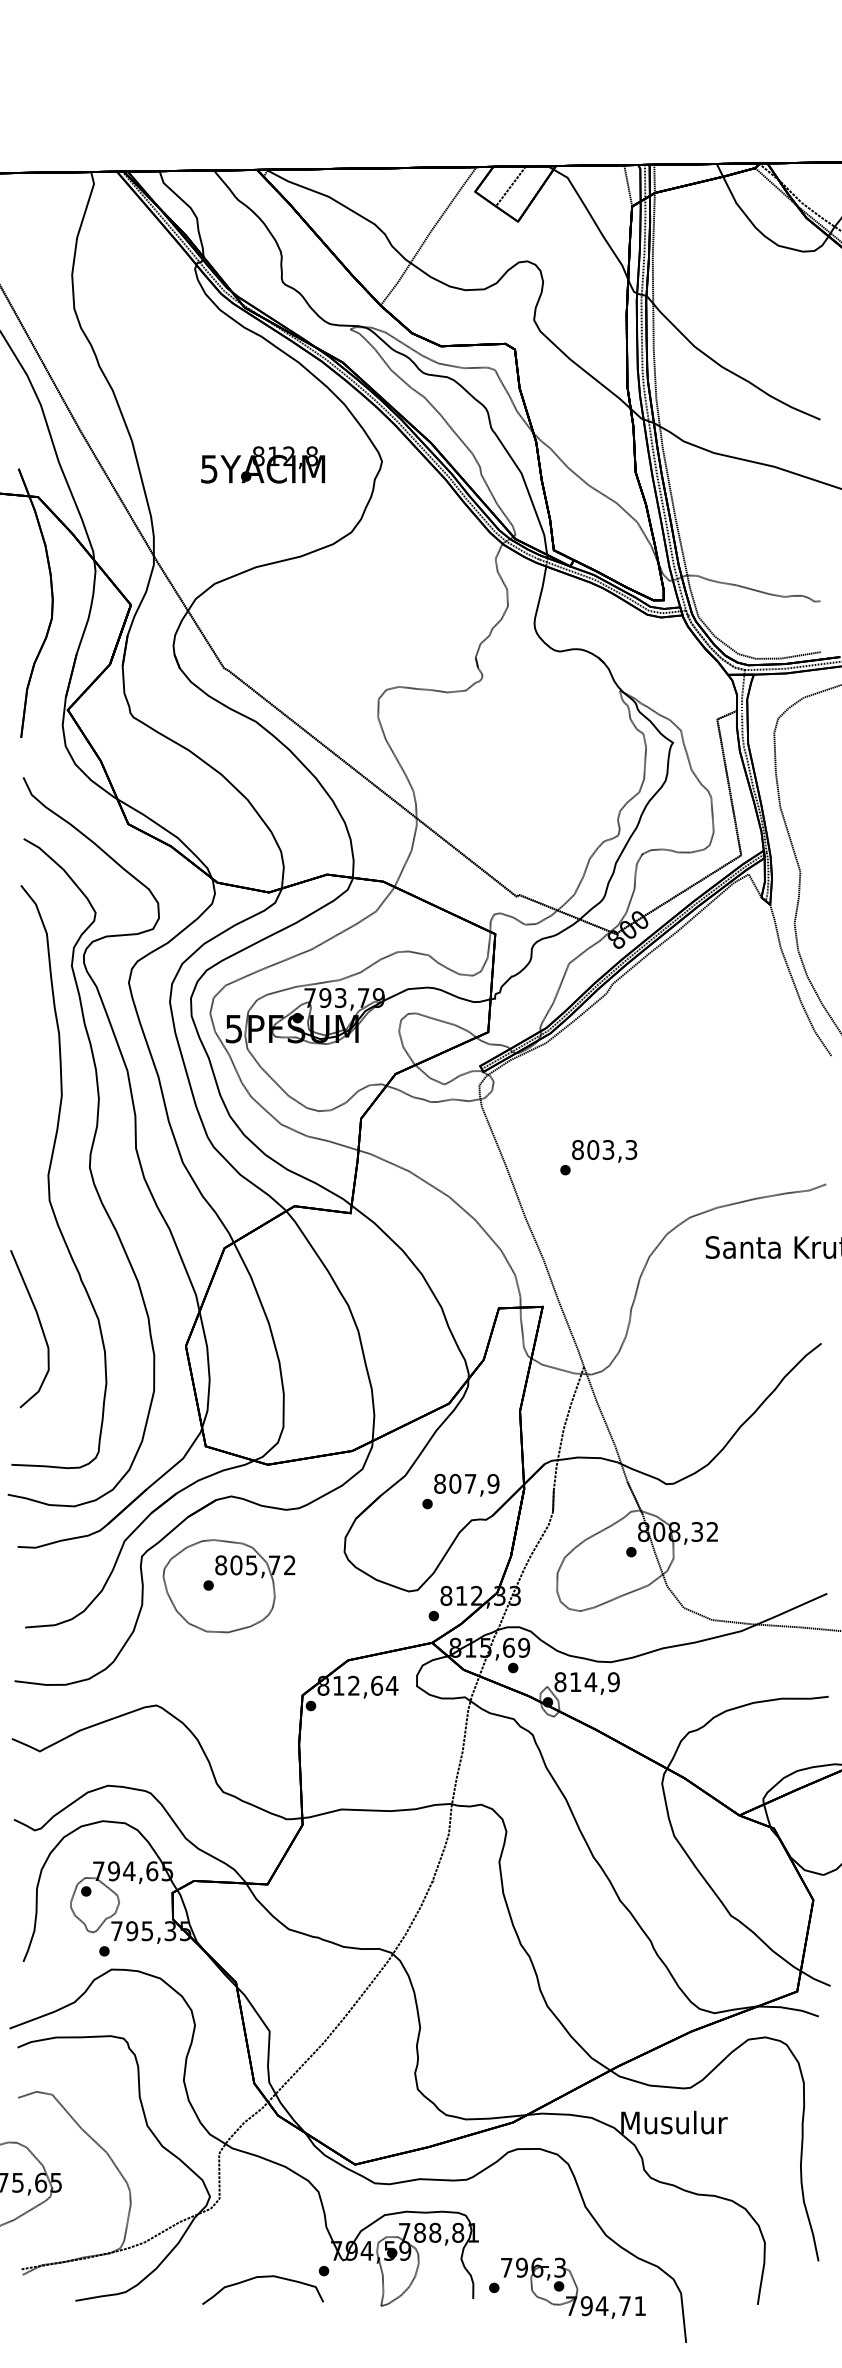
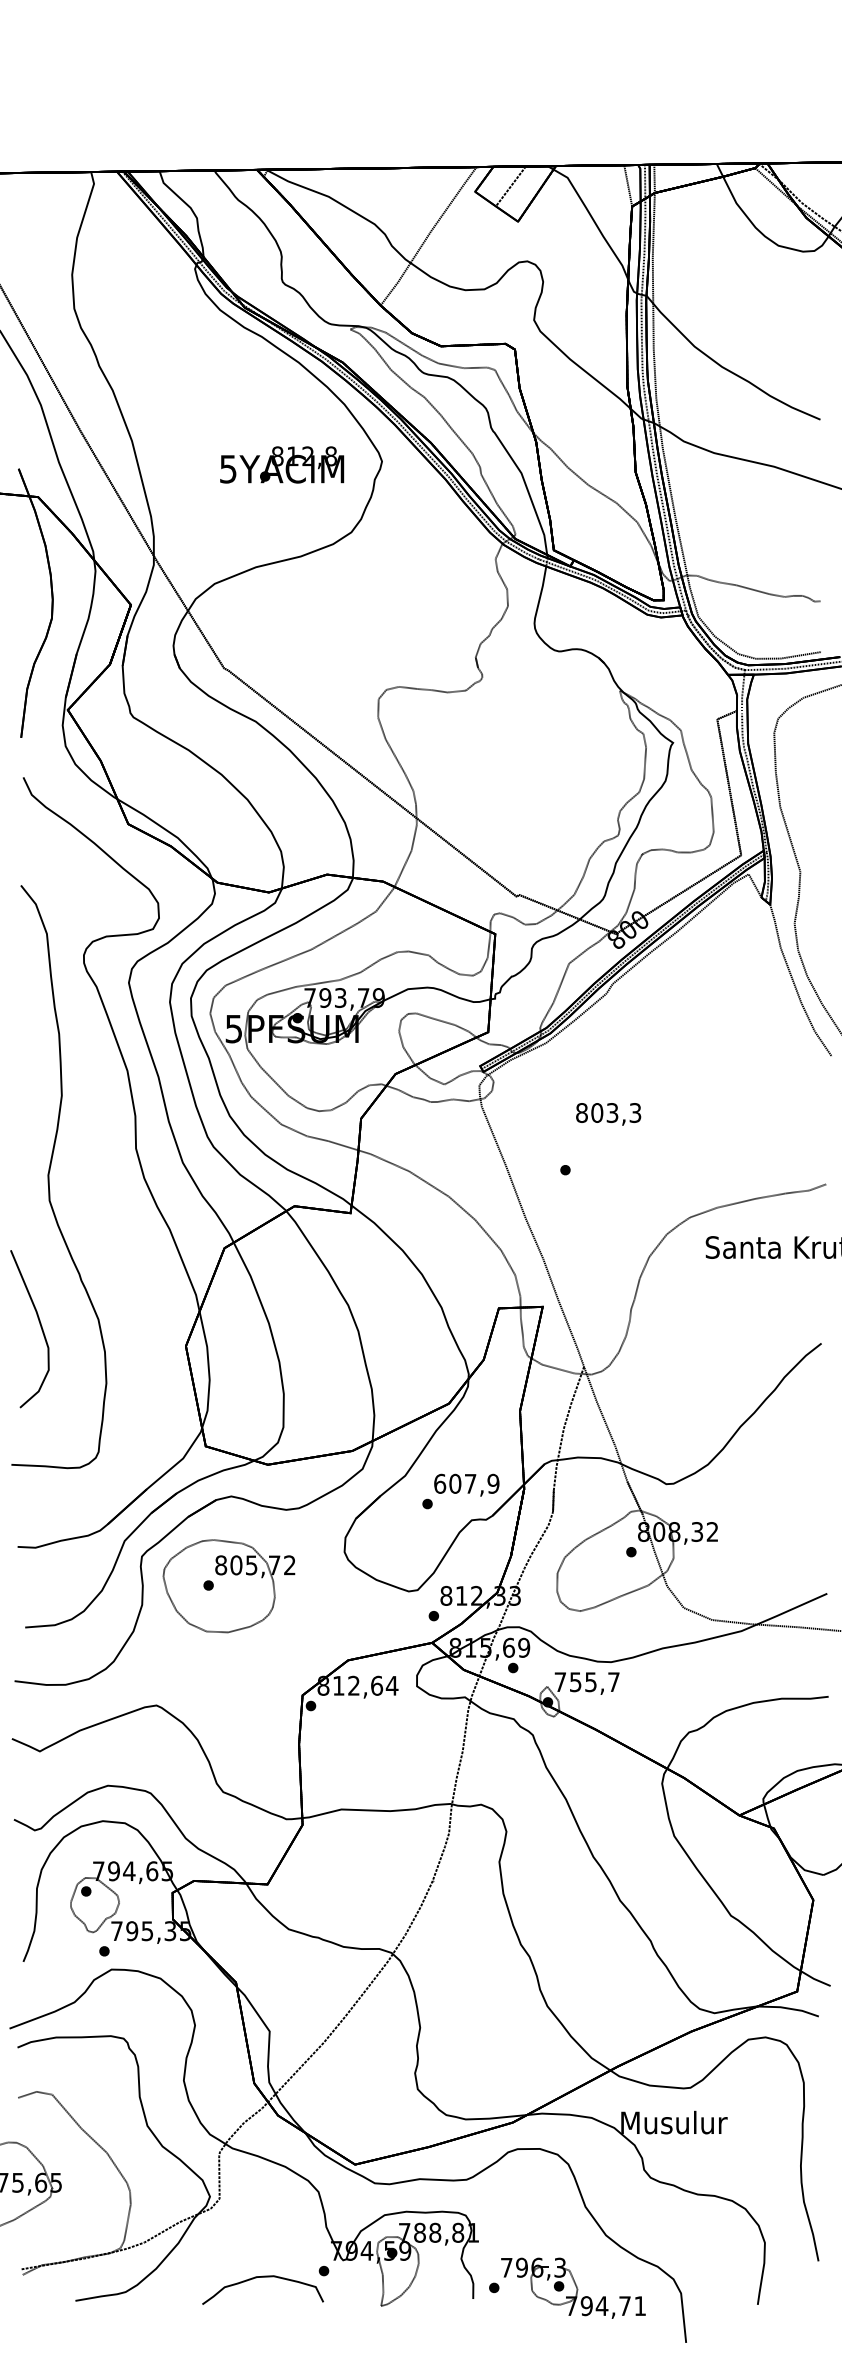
text at (263, 464) position: (263, 464) -> (282, 464)
text at (604, 1151) position: (604, 1151) -> (608, 1114)
curve at (89, 1171): present -> none
text at (440, 1483): 807,9 -> 607,9
text at (586, 1682): 814,9 -> 755,7
